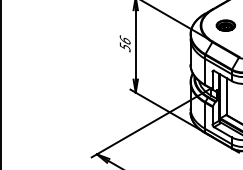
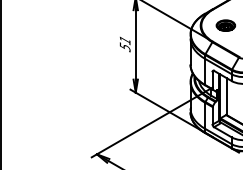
text at (124, 40): 56 -> 51
